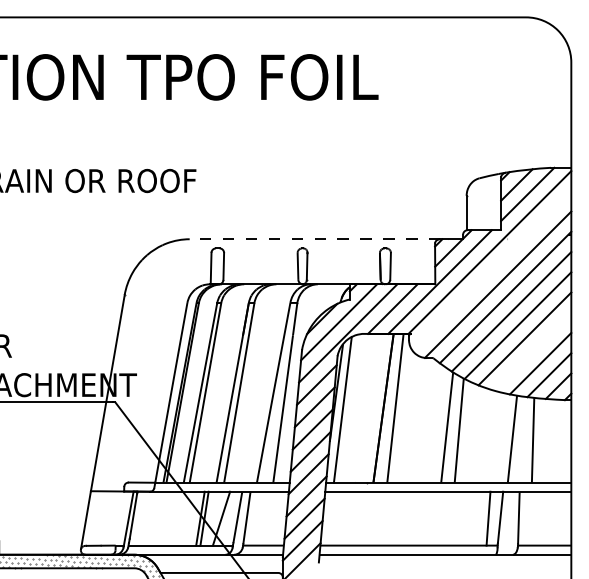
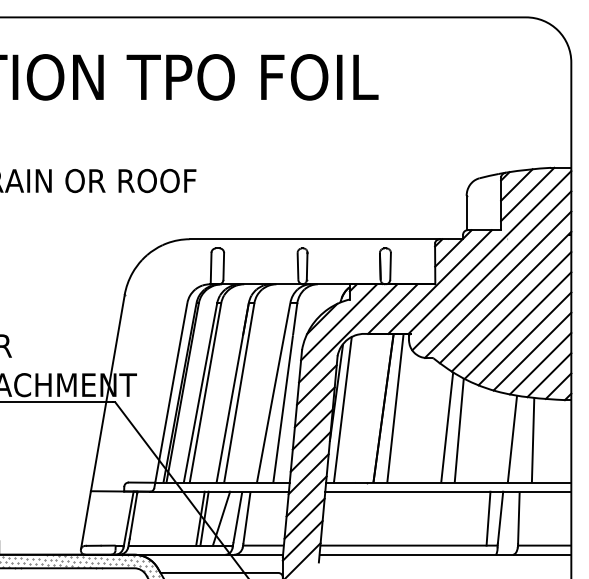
line at (314, 239): dashed -> solid
line at (491, 270): none -> present
line at (532, 351): none -> present
